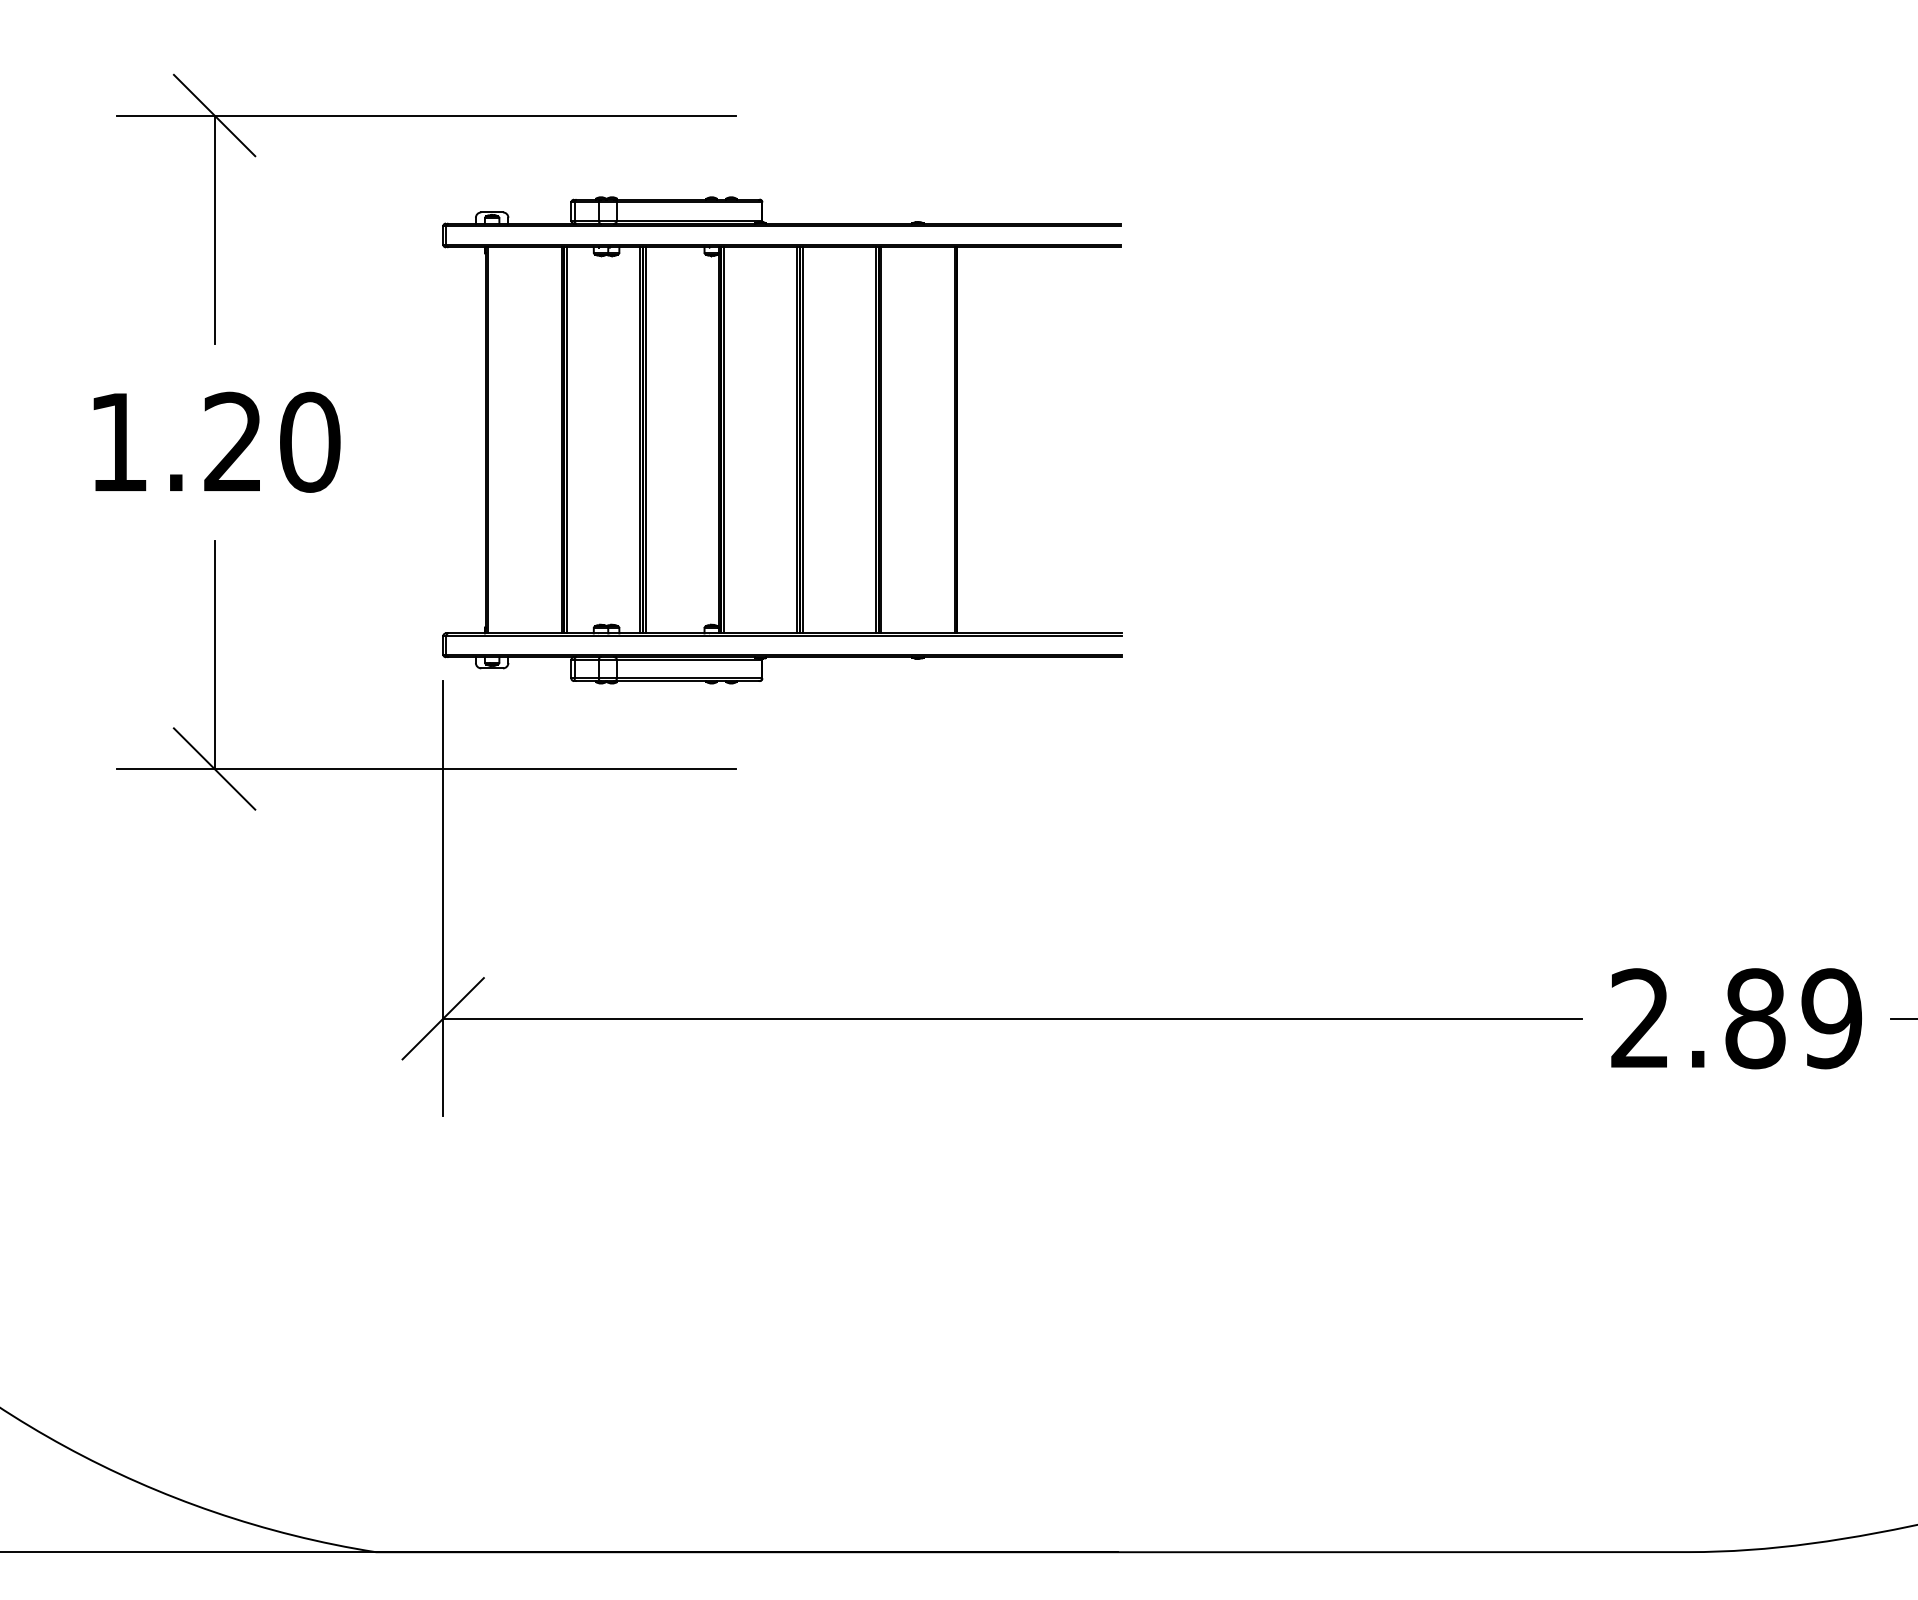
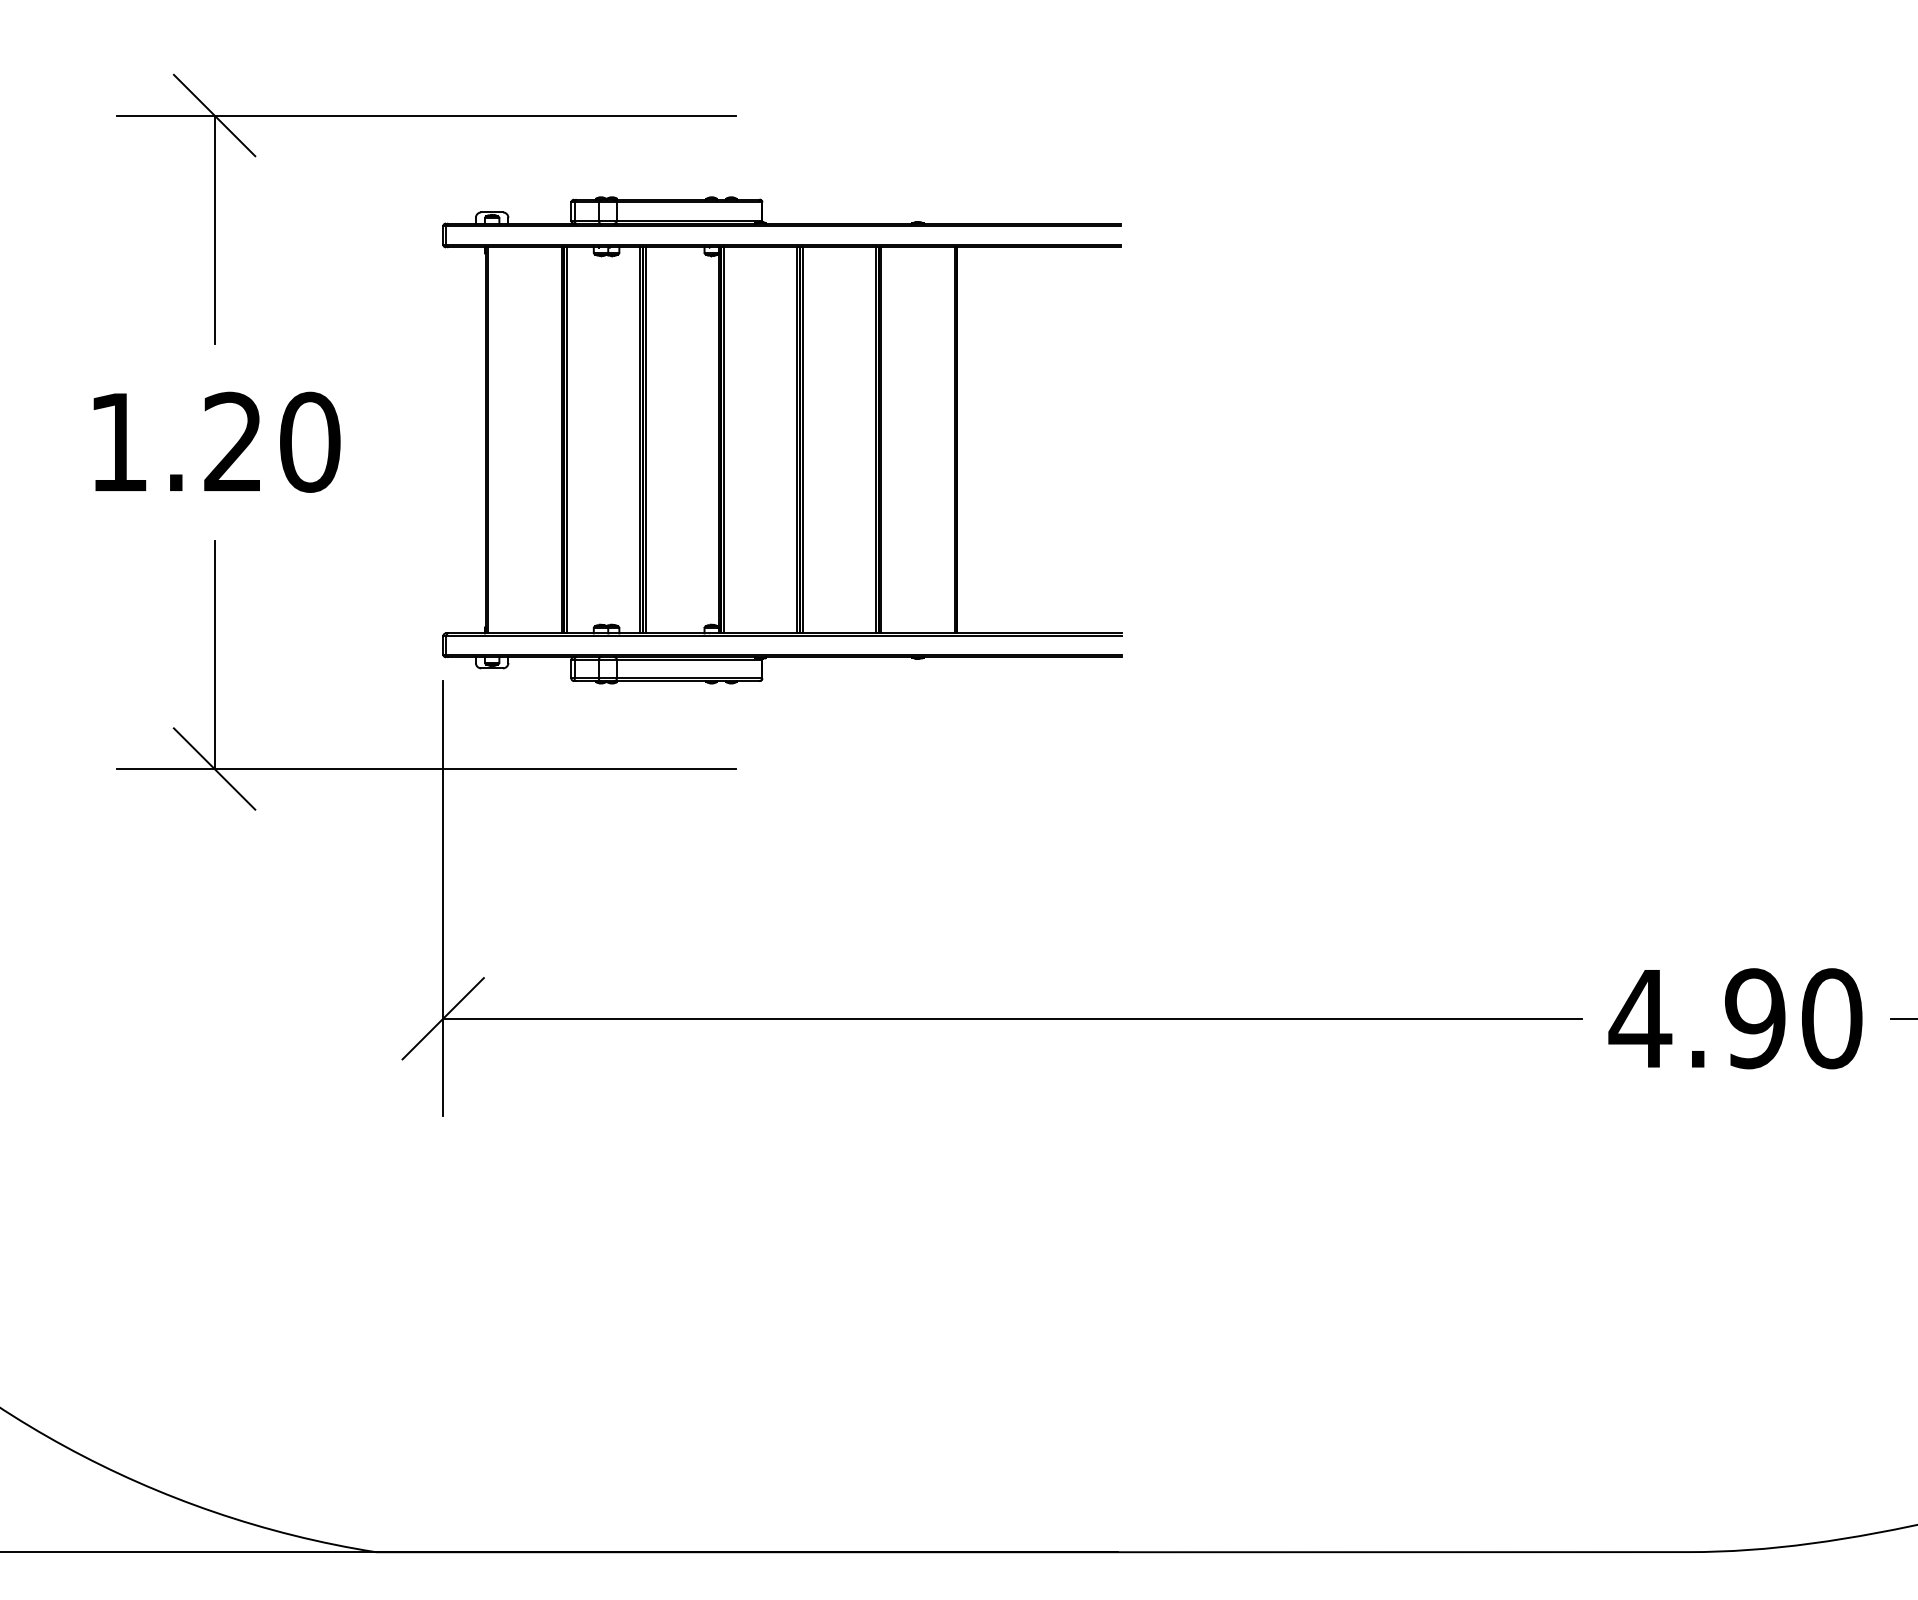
text at (1735, 1018): 2.89 -> 4.90
